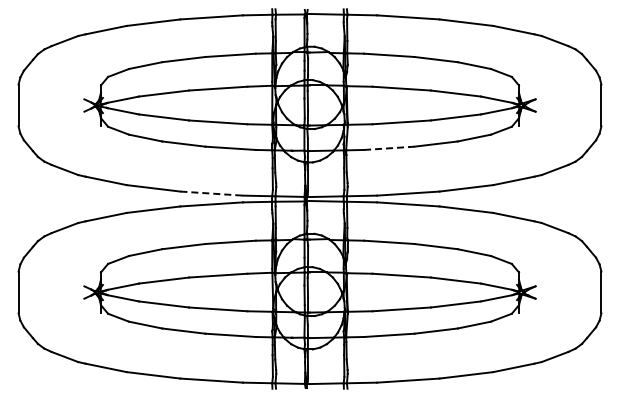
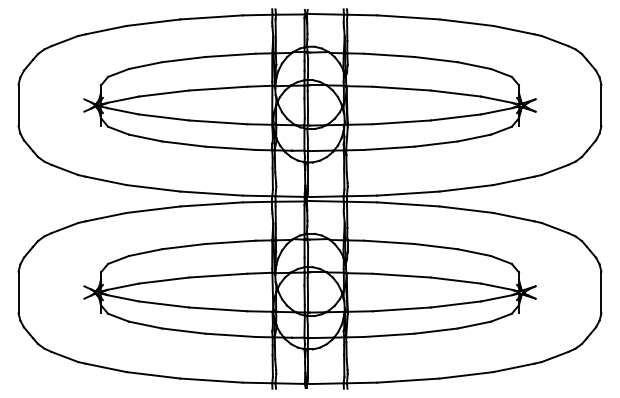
line at (389, 148): dashed -> solid
line at (212, 193): dashed -> solid
